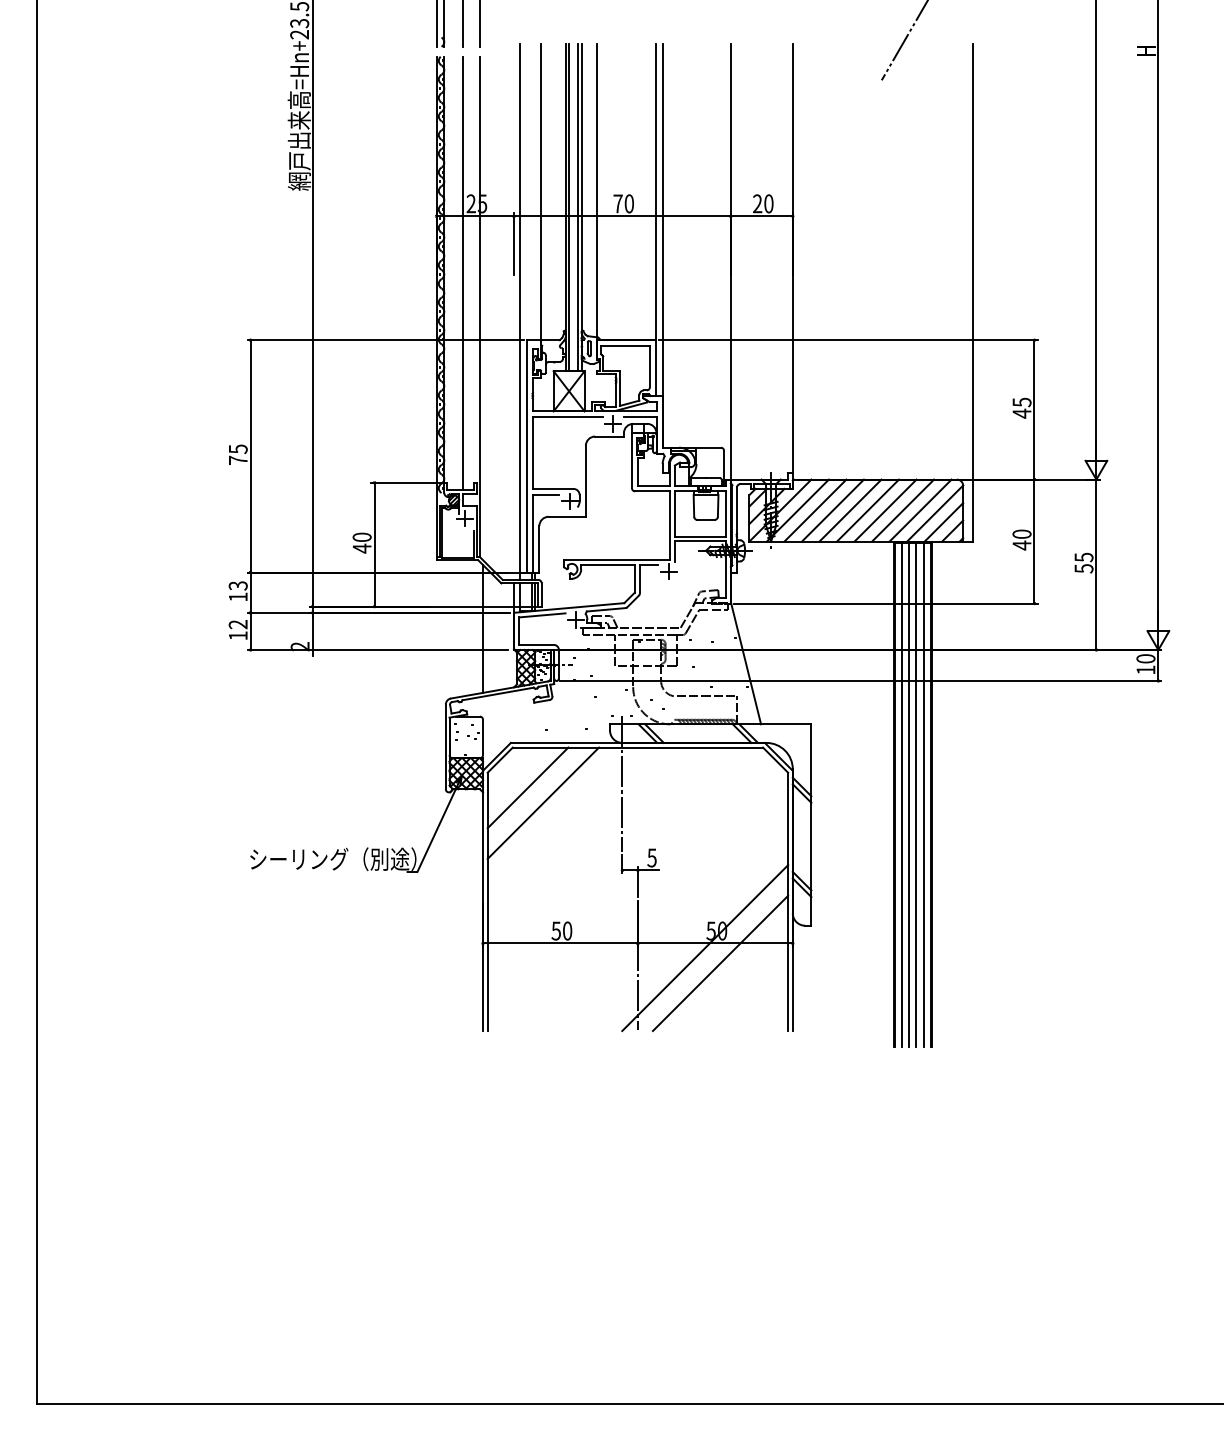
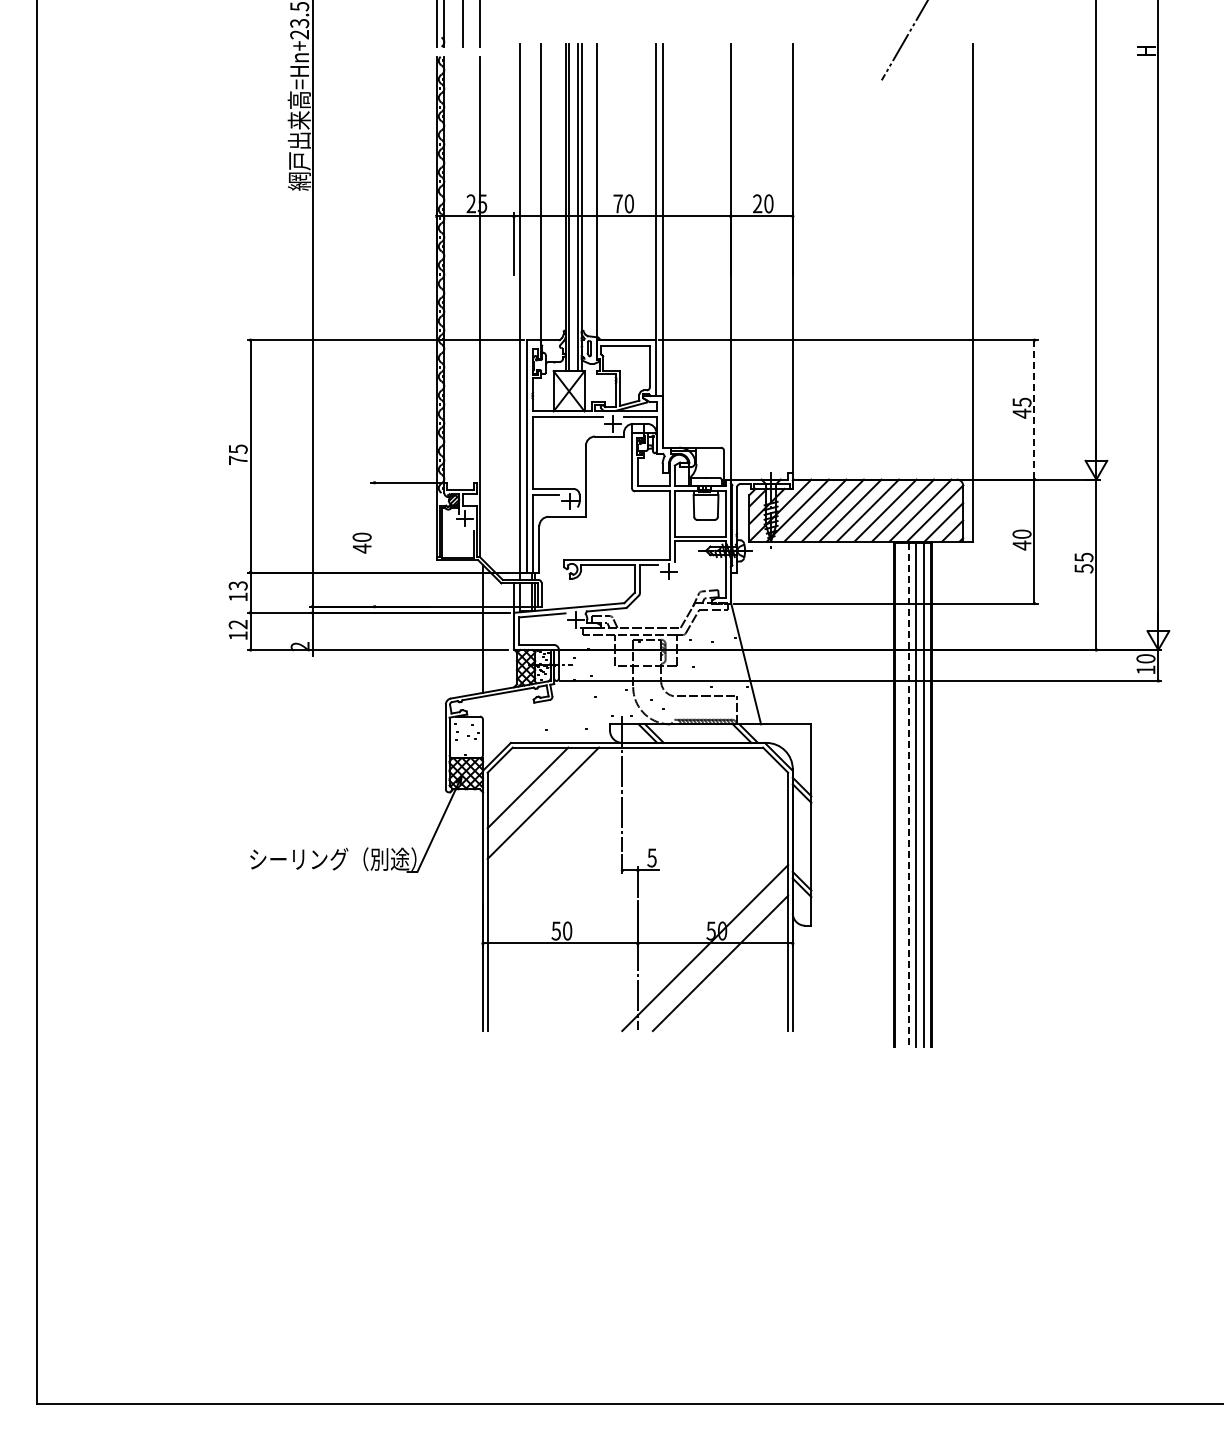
line at (462, 273): present -> none
line at (1034, 409): solid -> dashed
line at (374, 544): present -> none
line at (902, 794): present -> none
line at (909, 794): solid -> dashed
